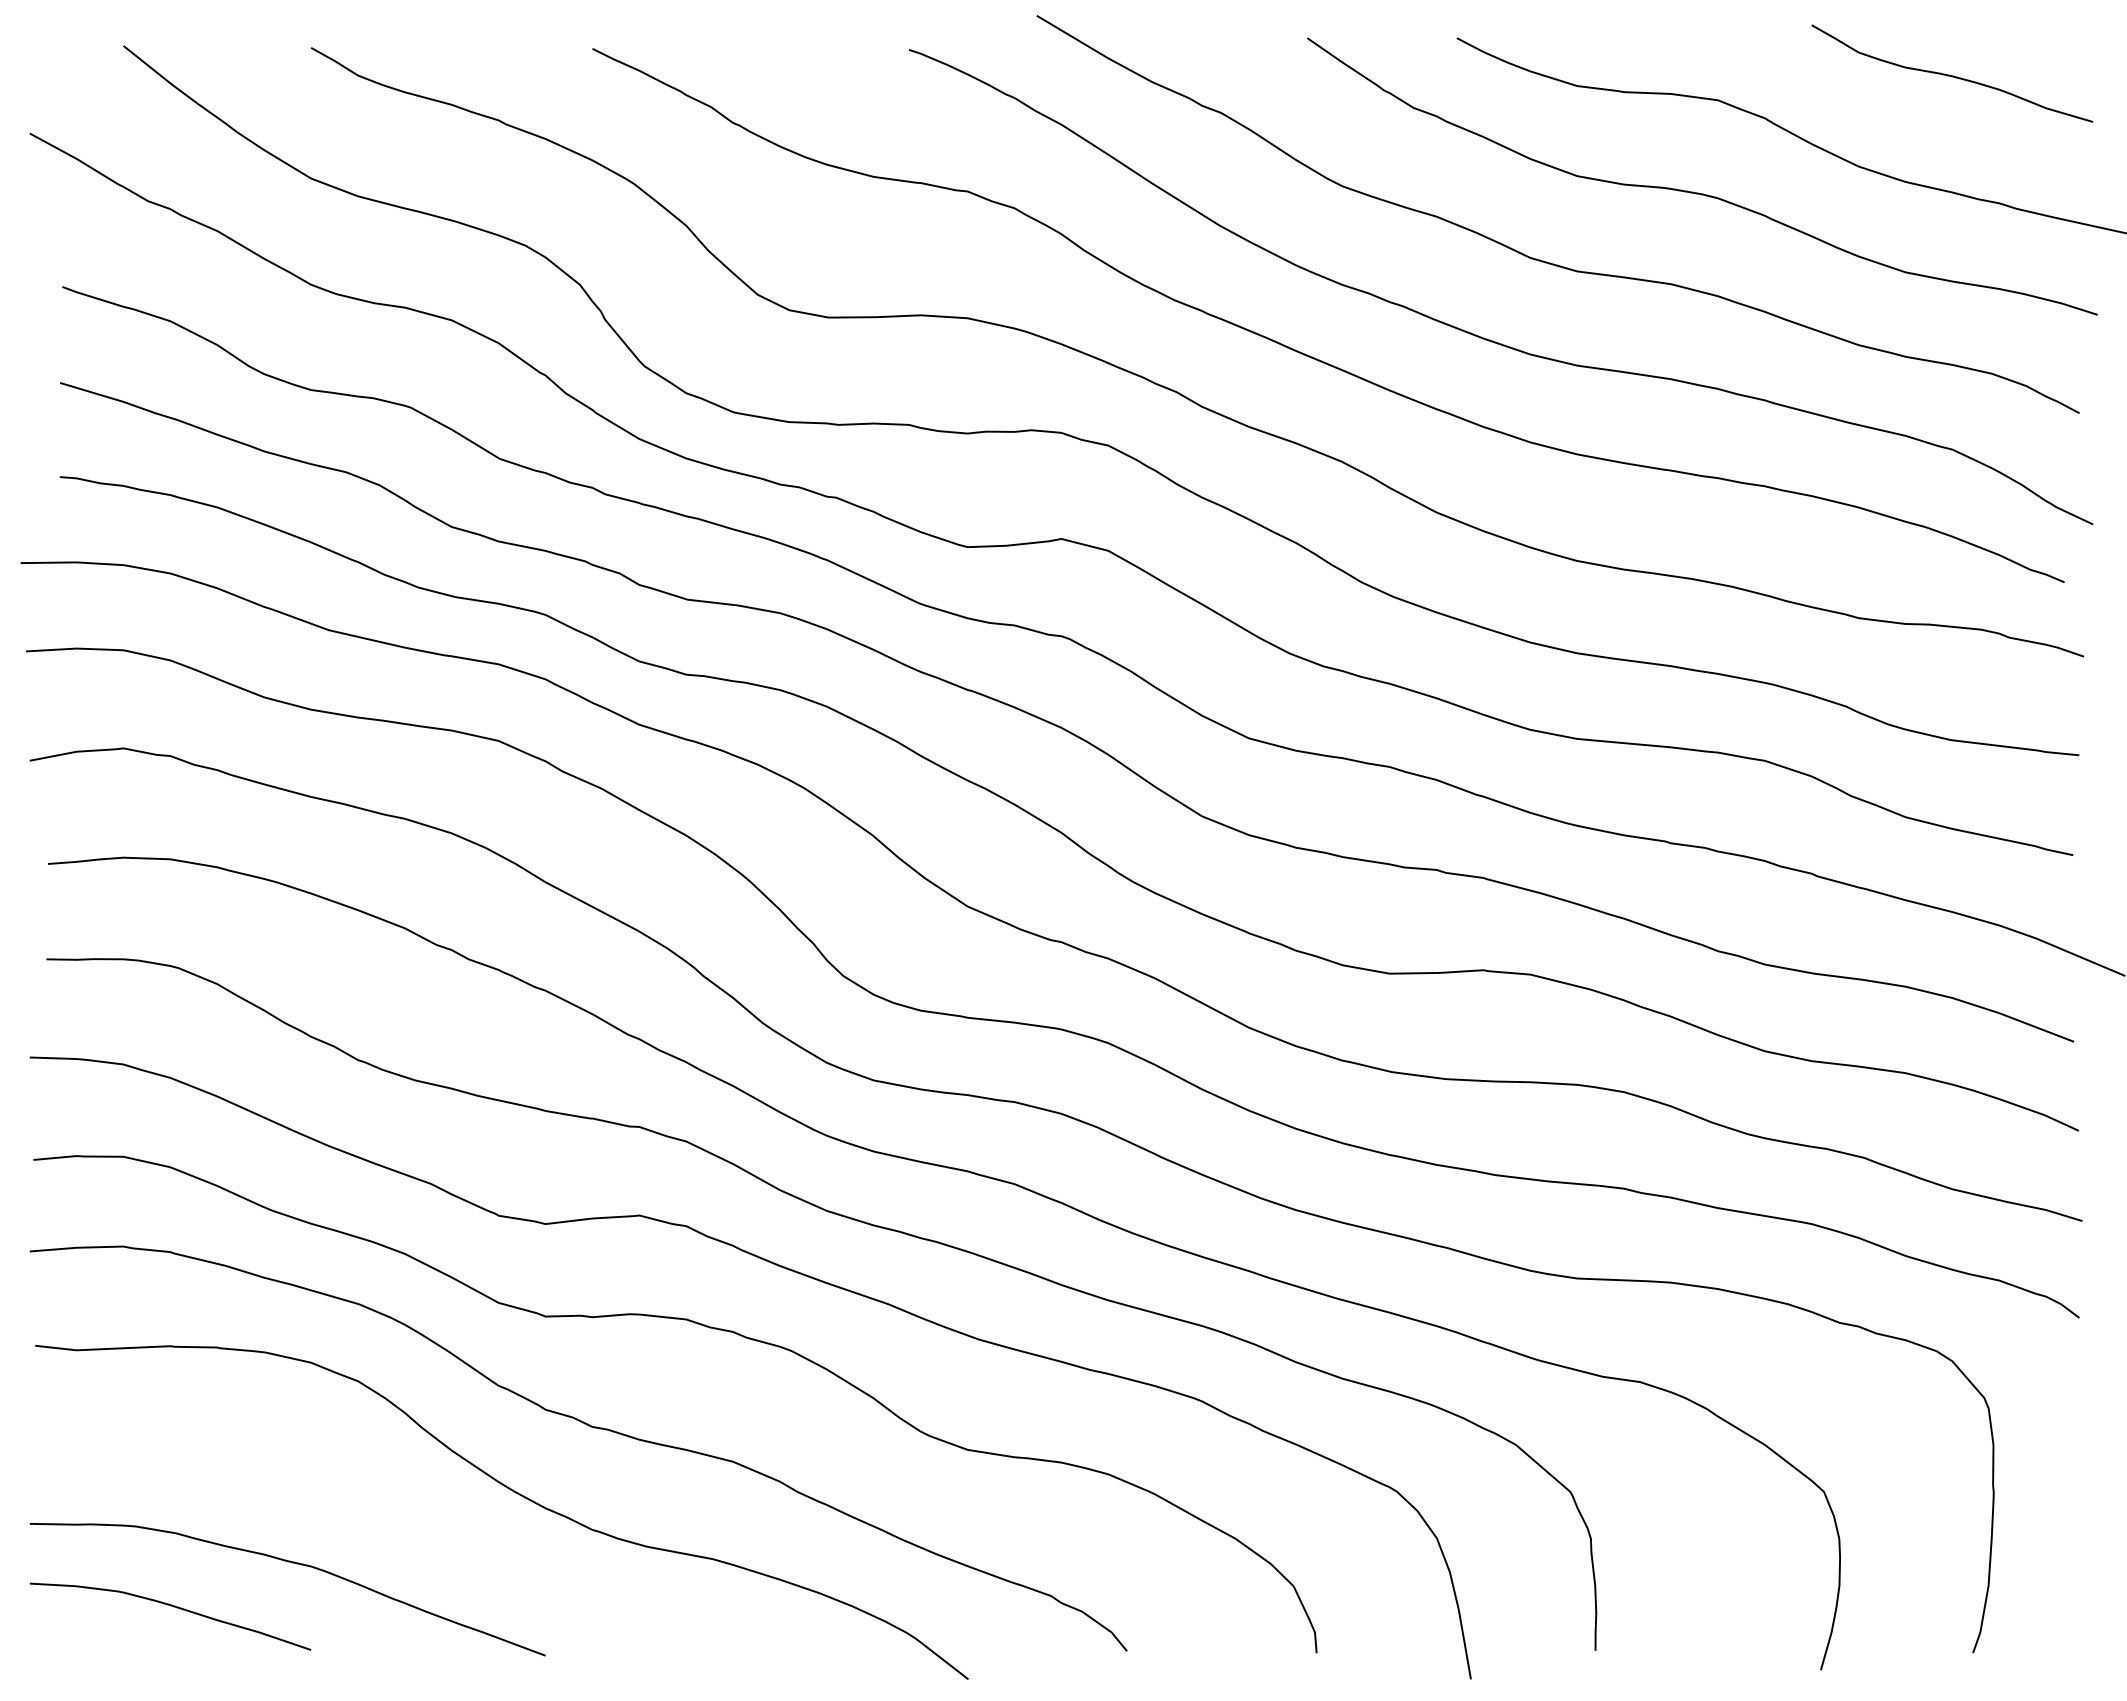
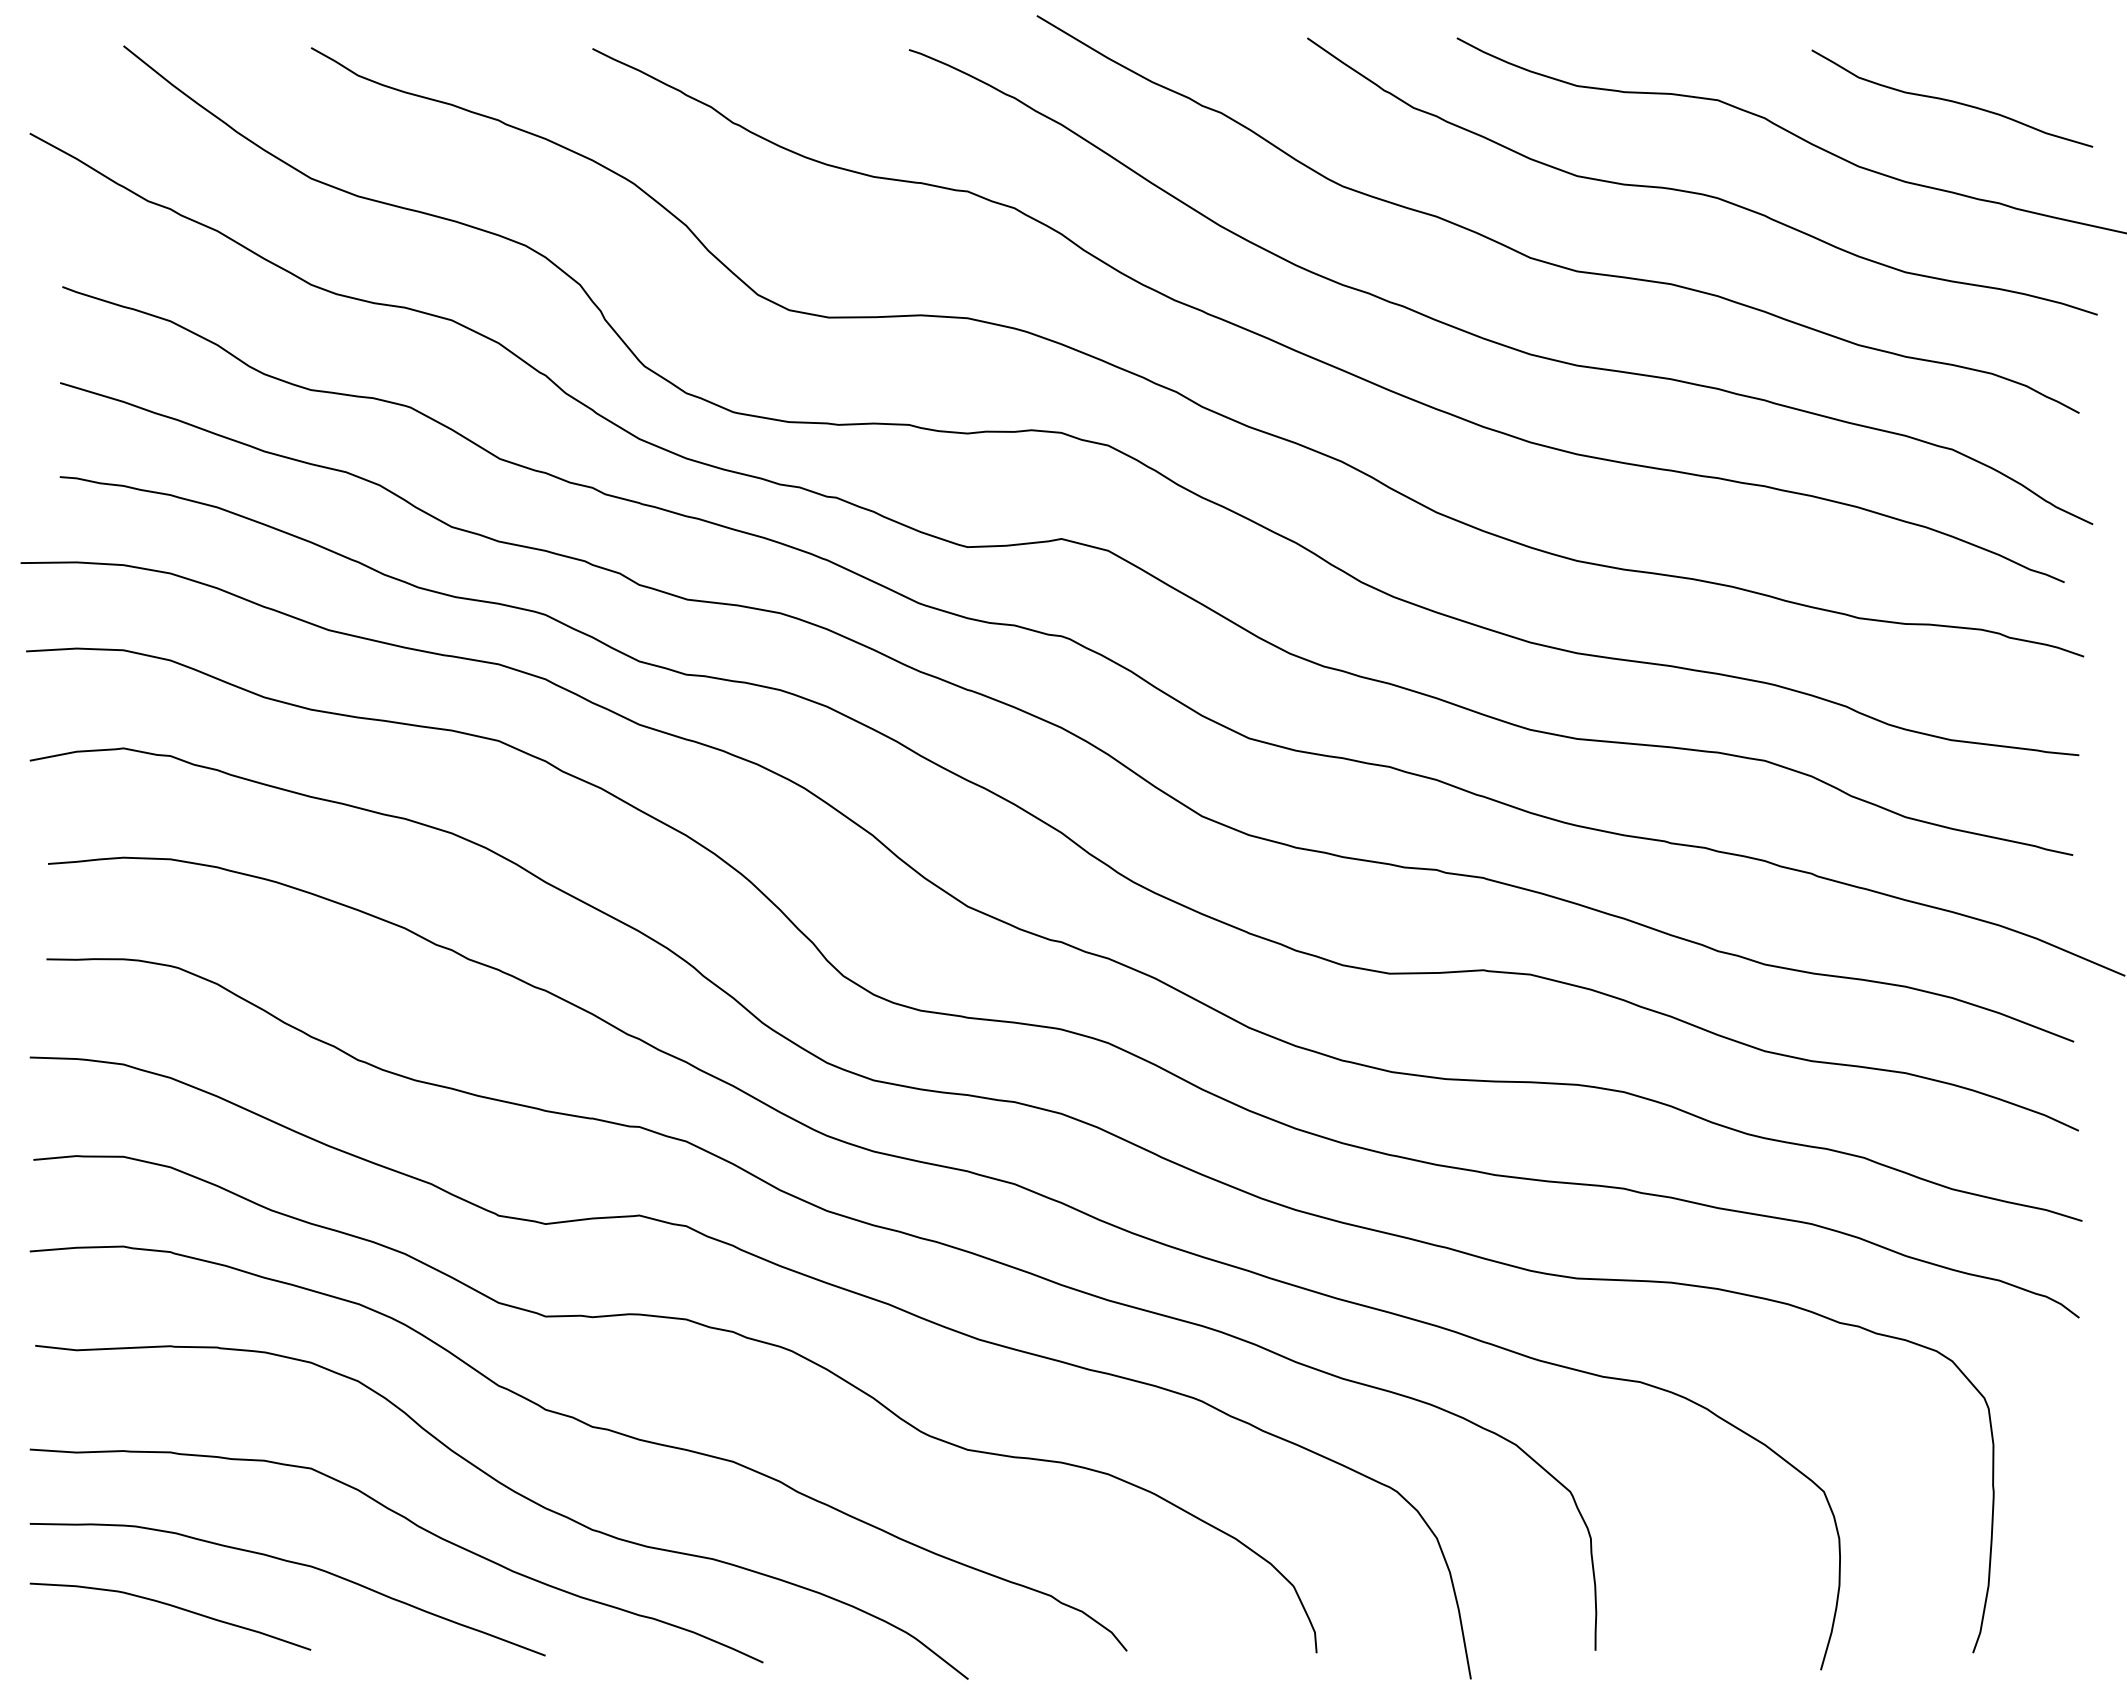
curve at (1952, 75) position: (1952, 75) -> (1952, 100)
curve at (416, 1526): none -> present
